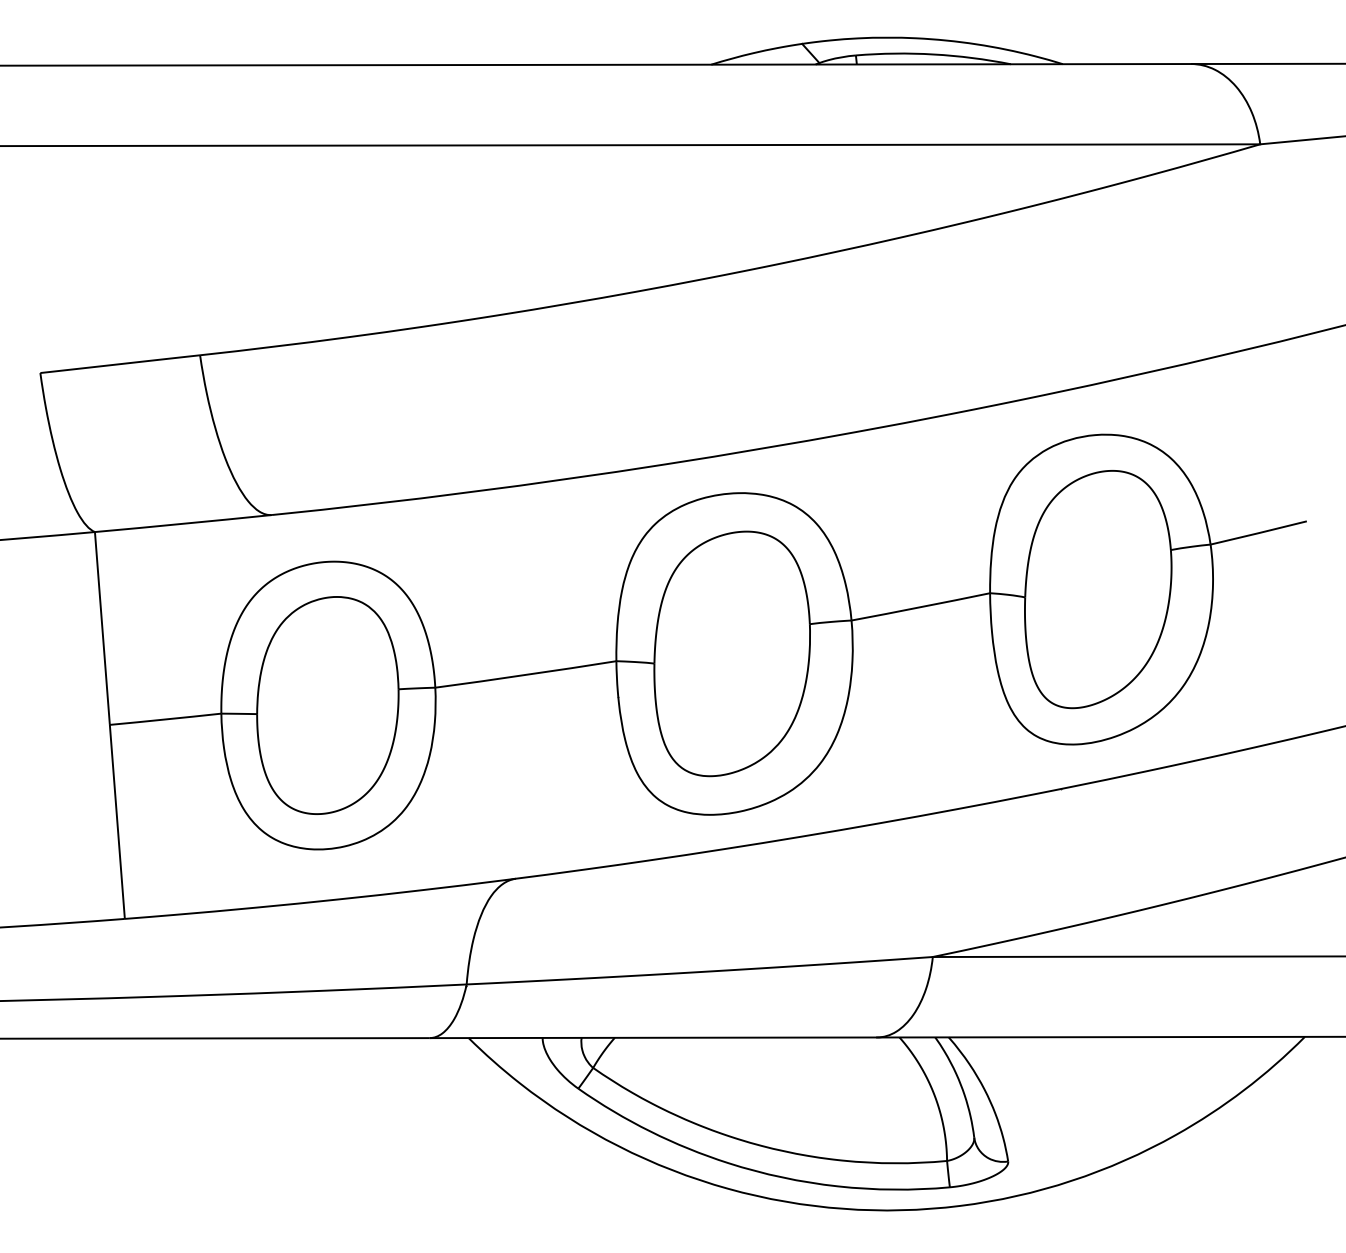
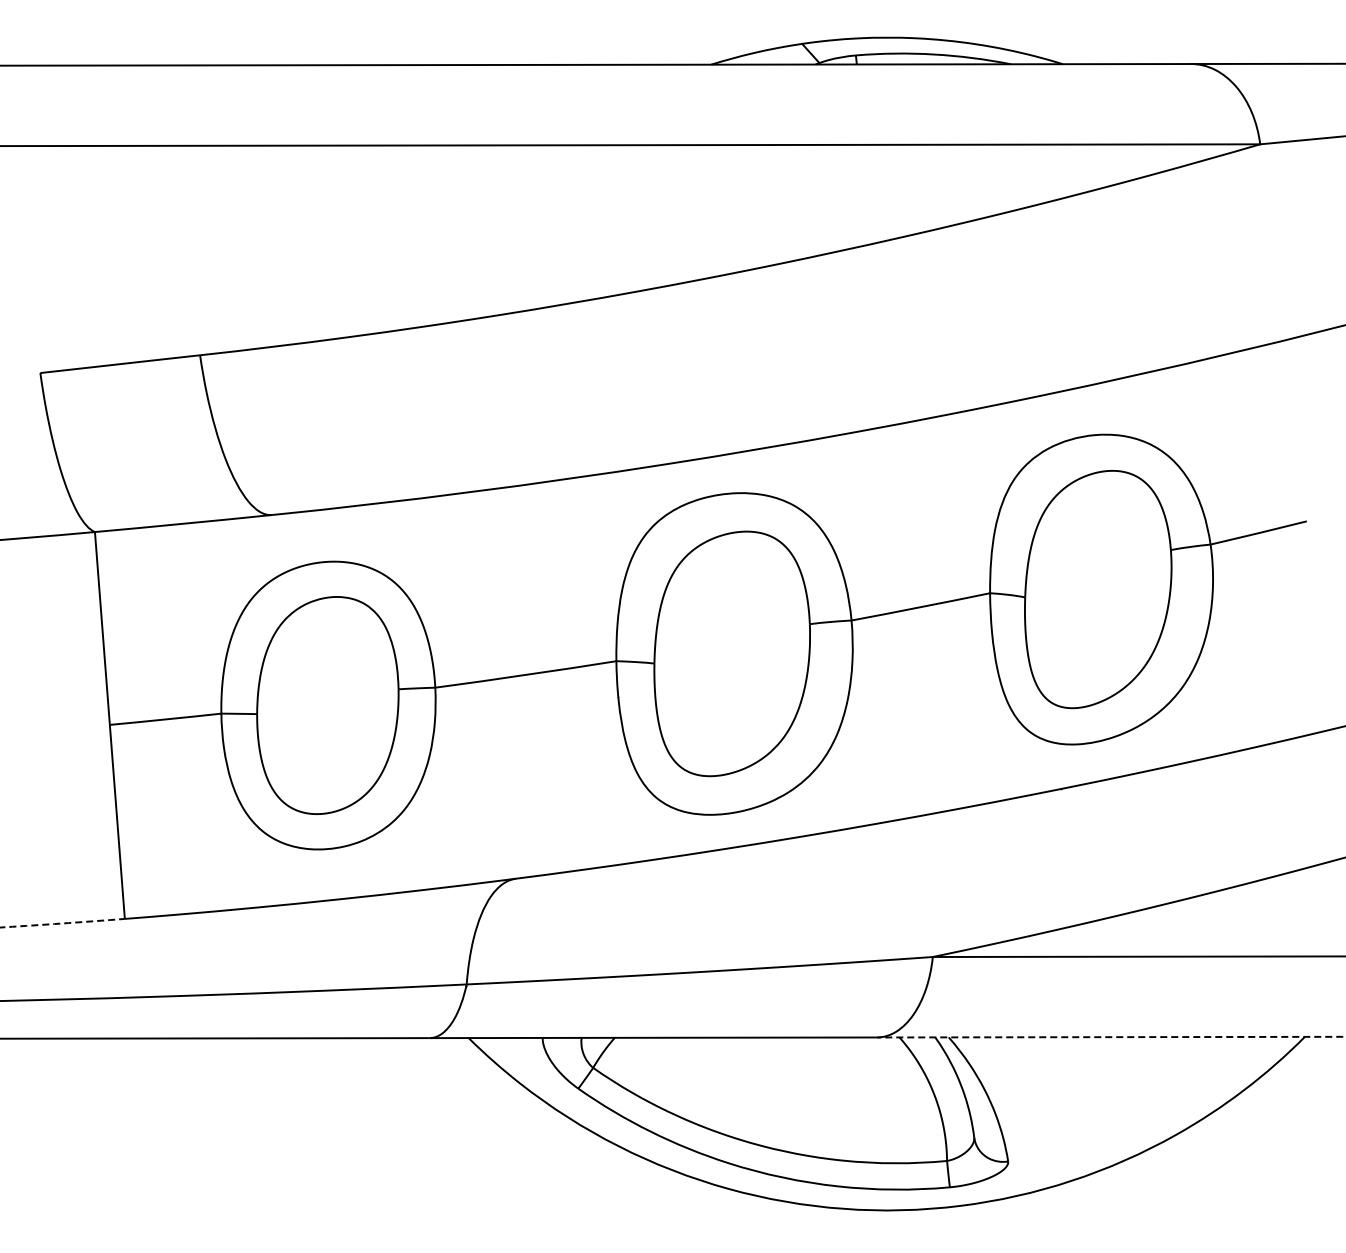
arc at (62, 923): solid -> dashed
line at (1110, 1037): solid -> dashed
